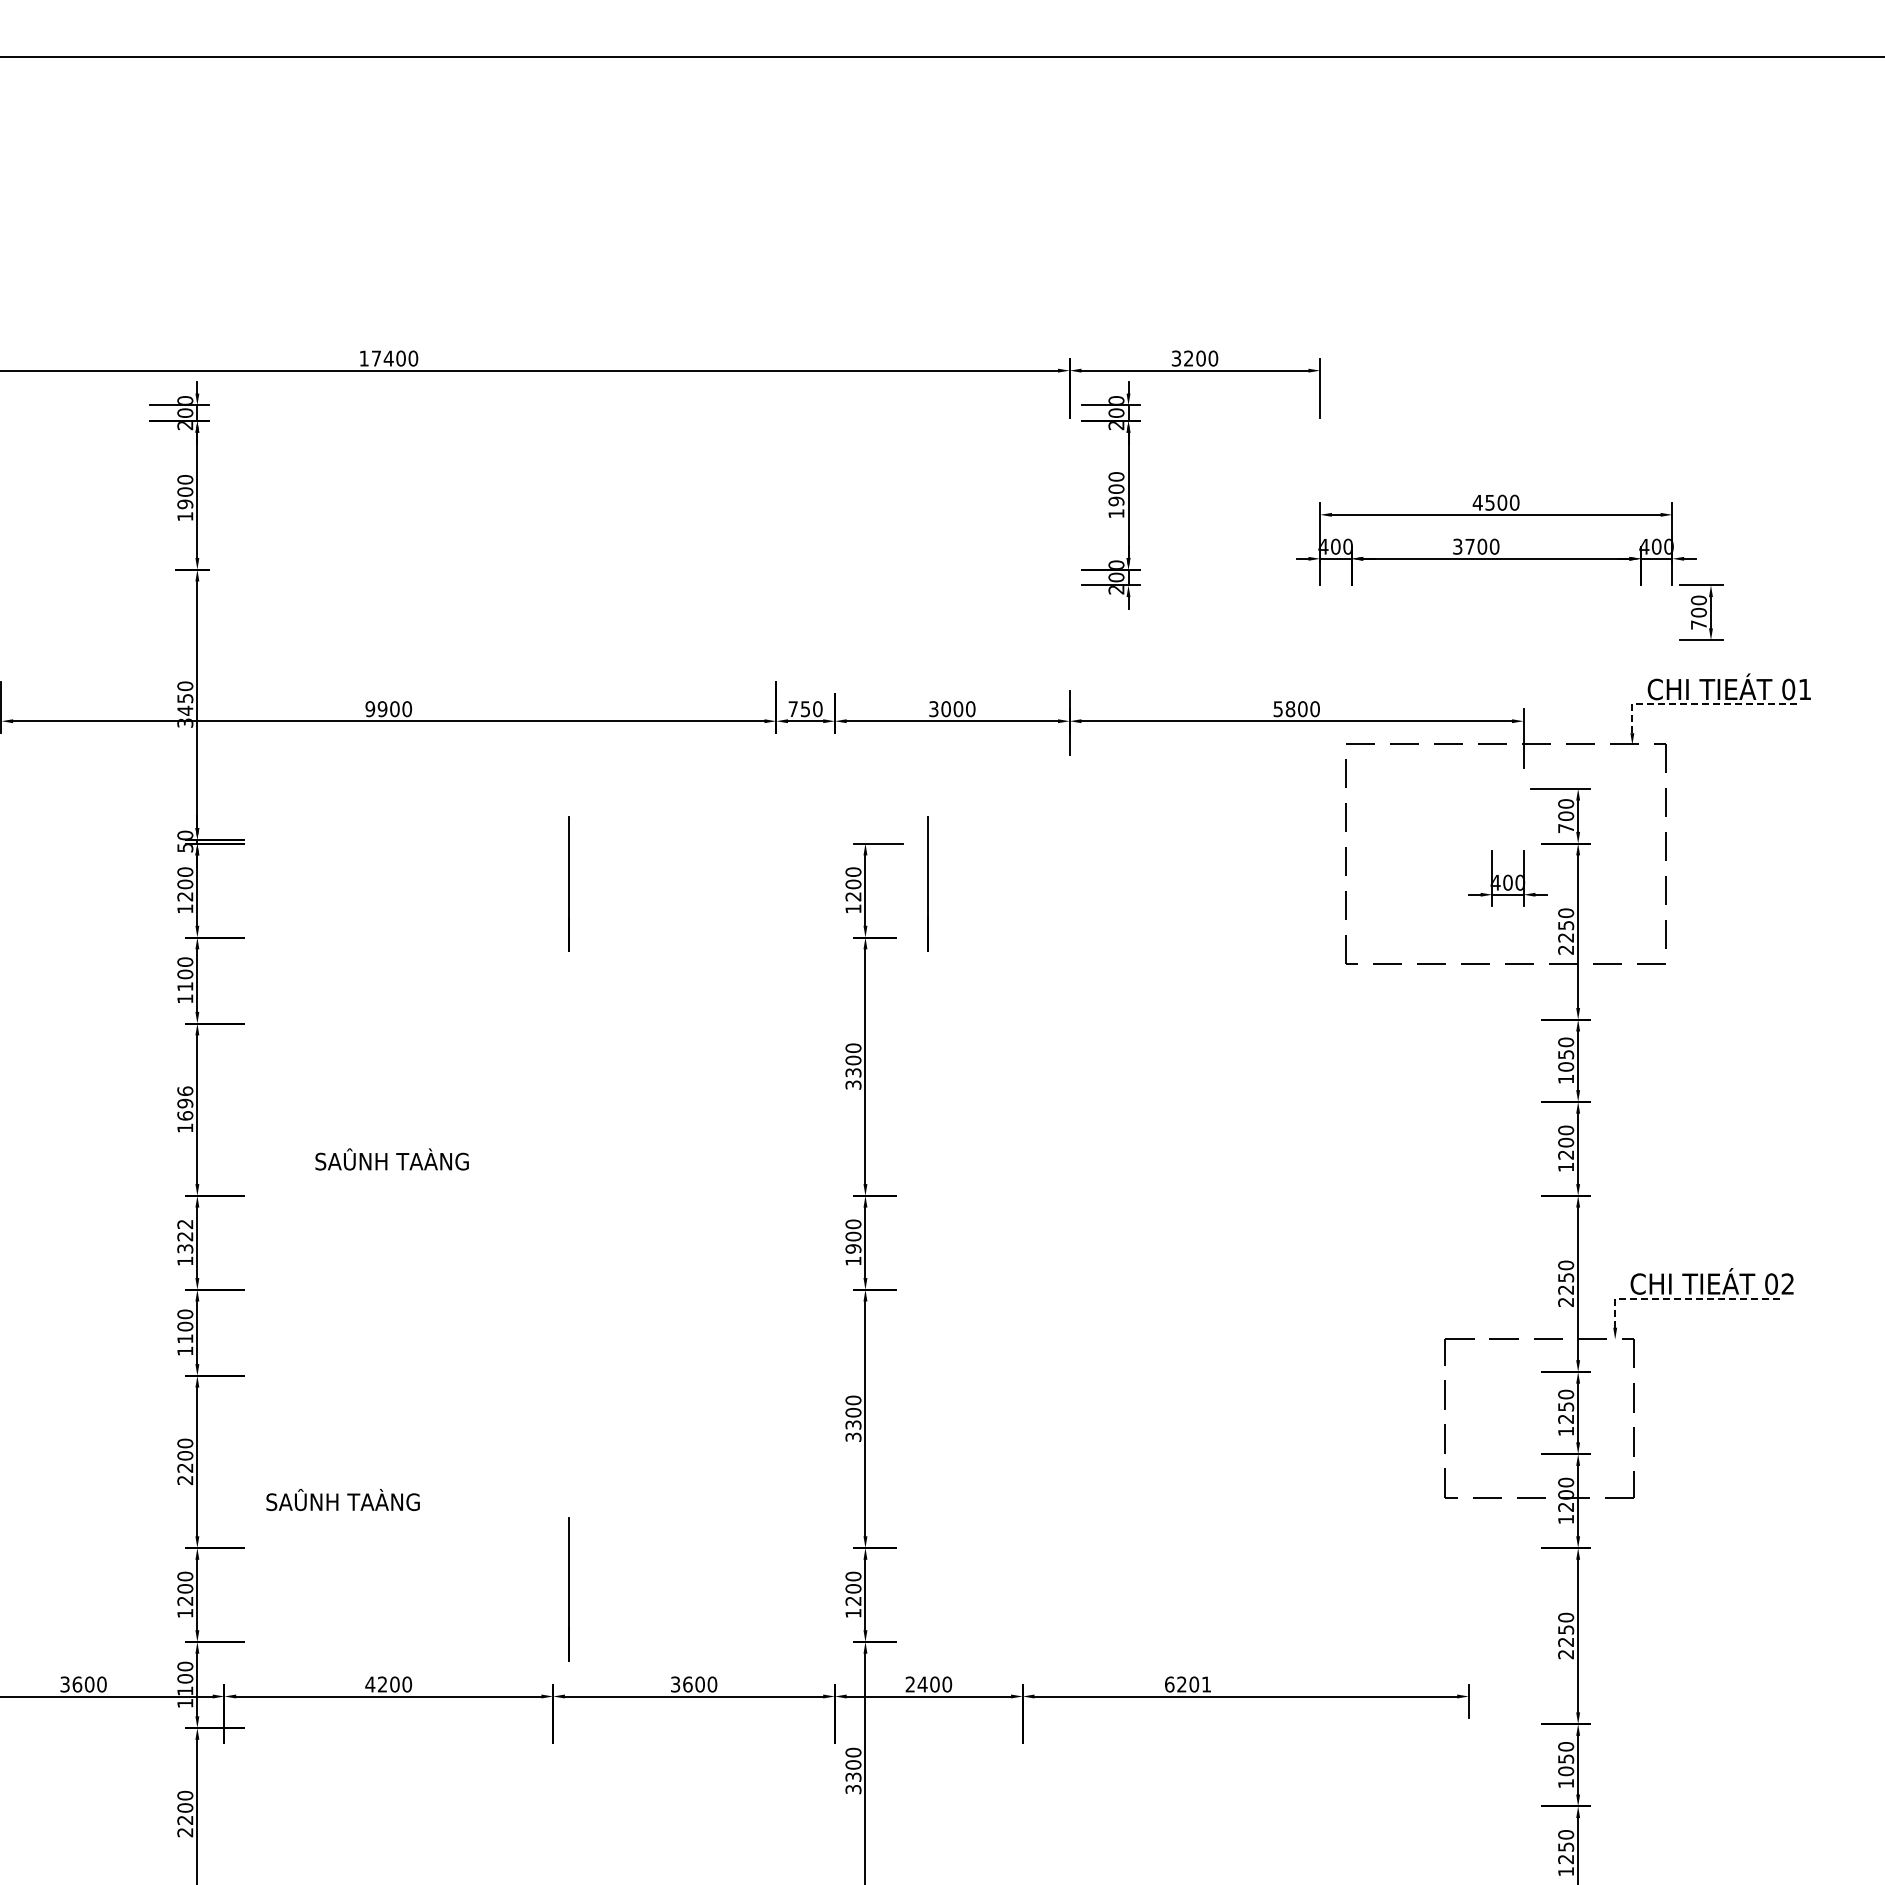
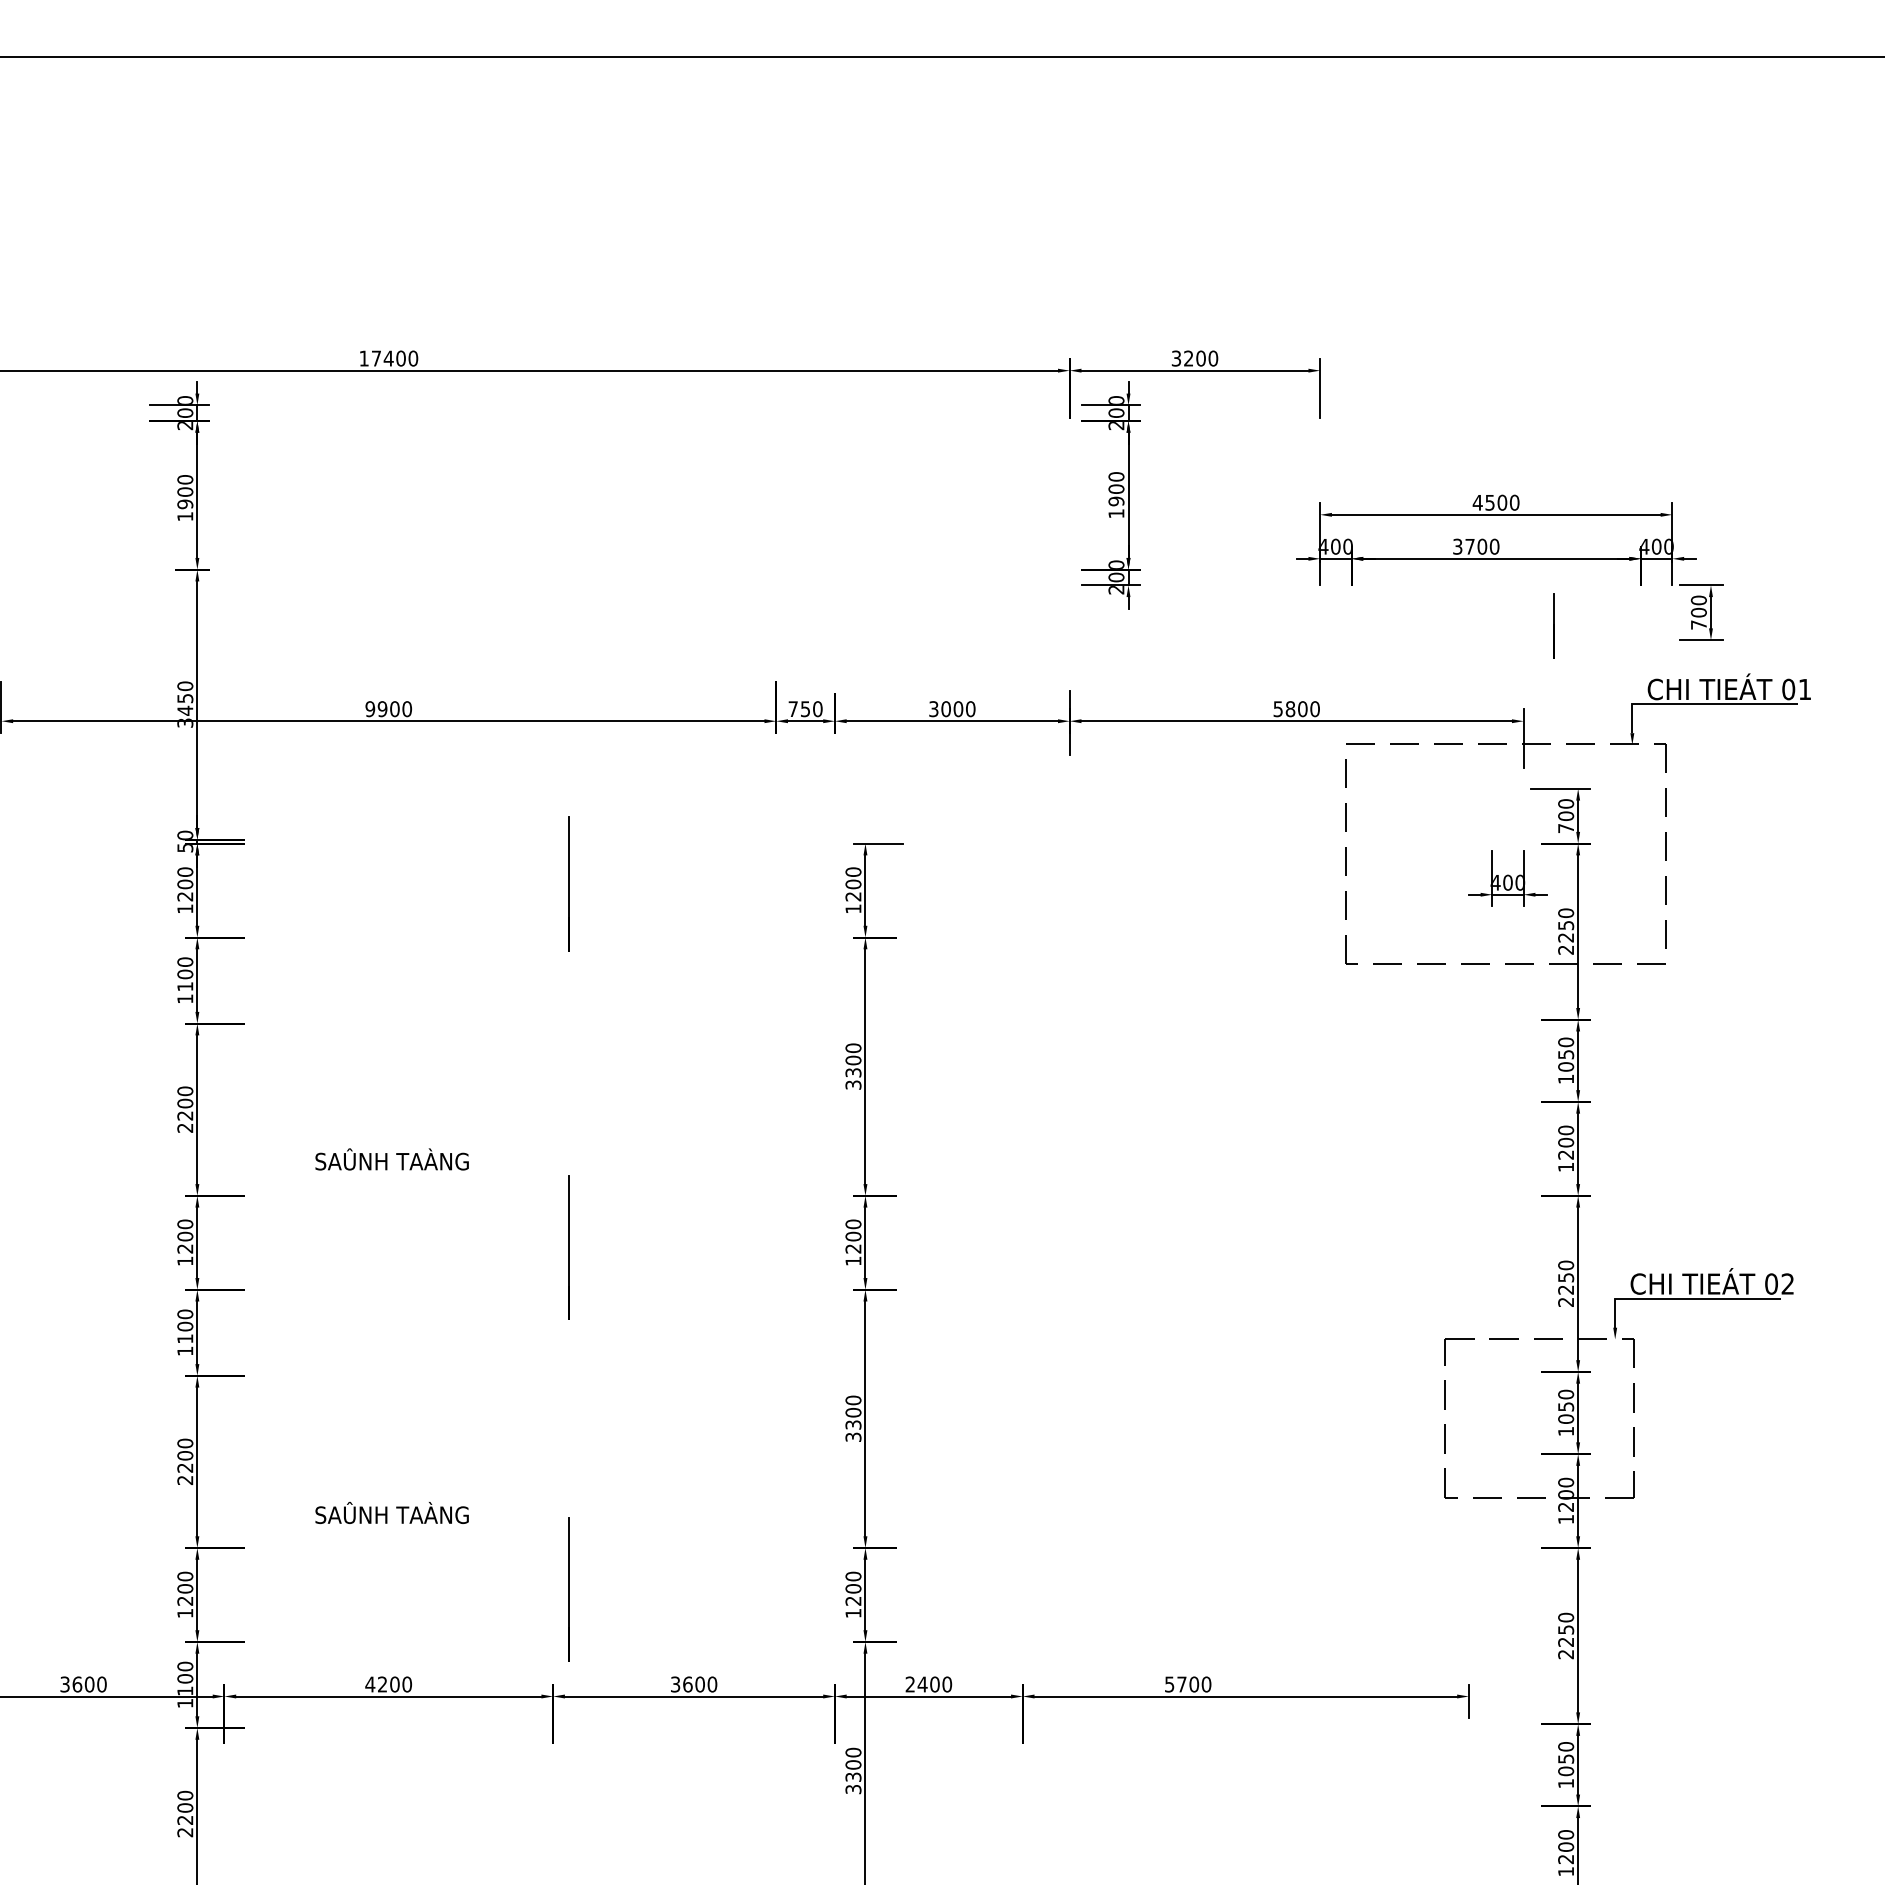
line at (1553, 625): none -> present
line at (1700, 704): dashed -> solid
line at (927, 883): present -> none
text at (185, 1109): 1696 -> 2200
text at (185, 1236): 1322 -> 1200
line at (568, 1247): none -> present
text at (853, 1248): 1900 -> 1200
line at (1683, 1298): dashed -> solid
text at (1566, 1418): 1250 -> 1050
text at (342, 1499) position: (342, 1499) -> (391, 1512)
text at (1188, 1684): 6201 -> 5700
text at (1566, 1846): 1250 -> 1200
